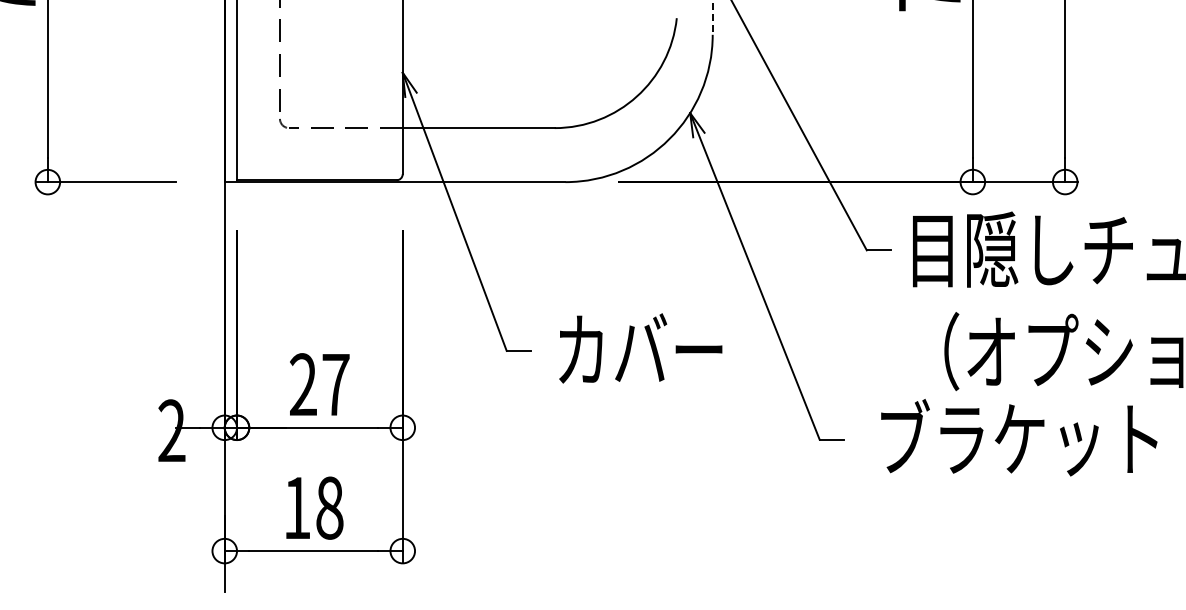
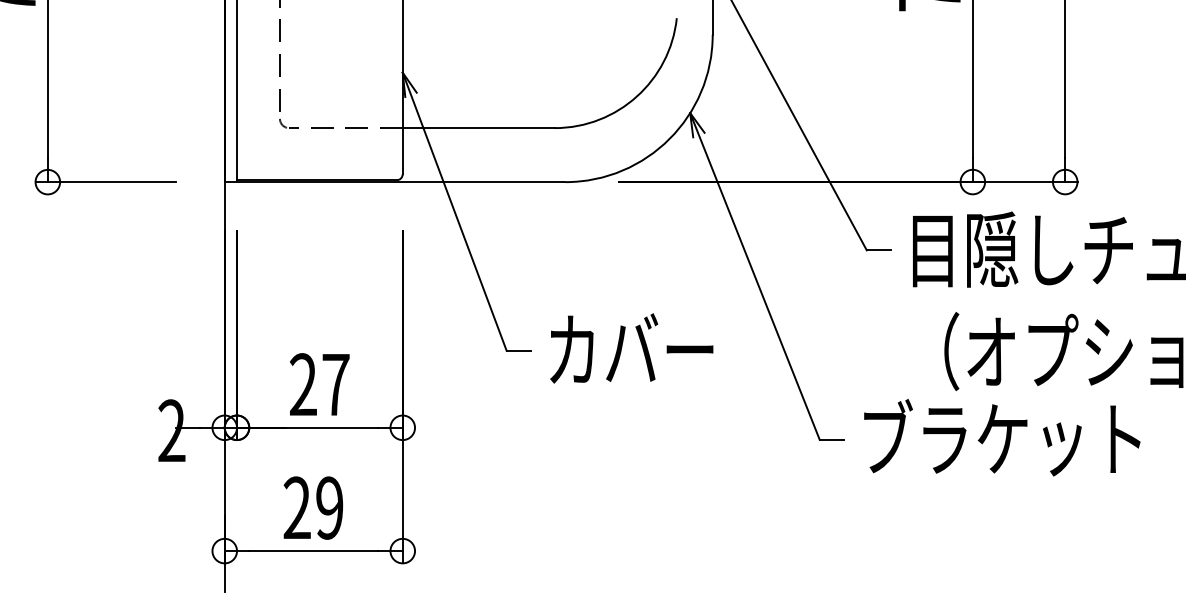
line at (712, 17): dashed -> solid
text at (640, 348) position: (640, 348) -> (631, 348)
text at (1019, 437) position: (1019, 437) -> (1002, 437)
text at (313, 507): 18 -> 29
